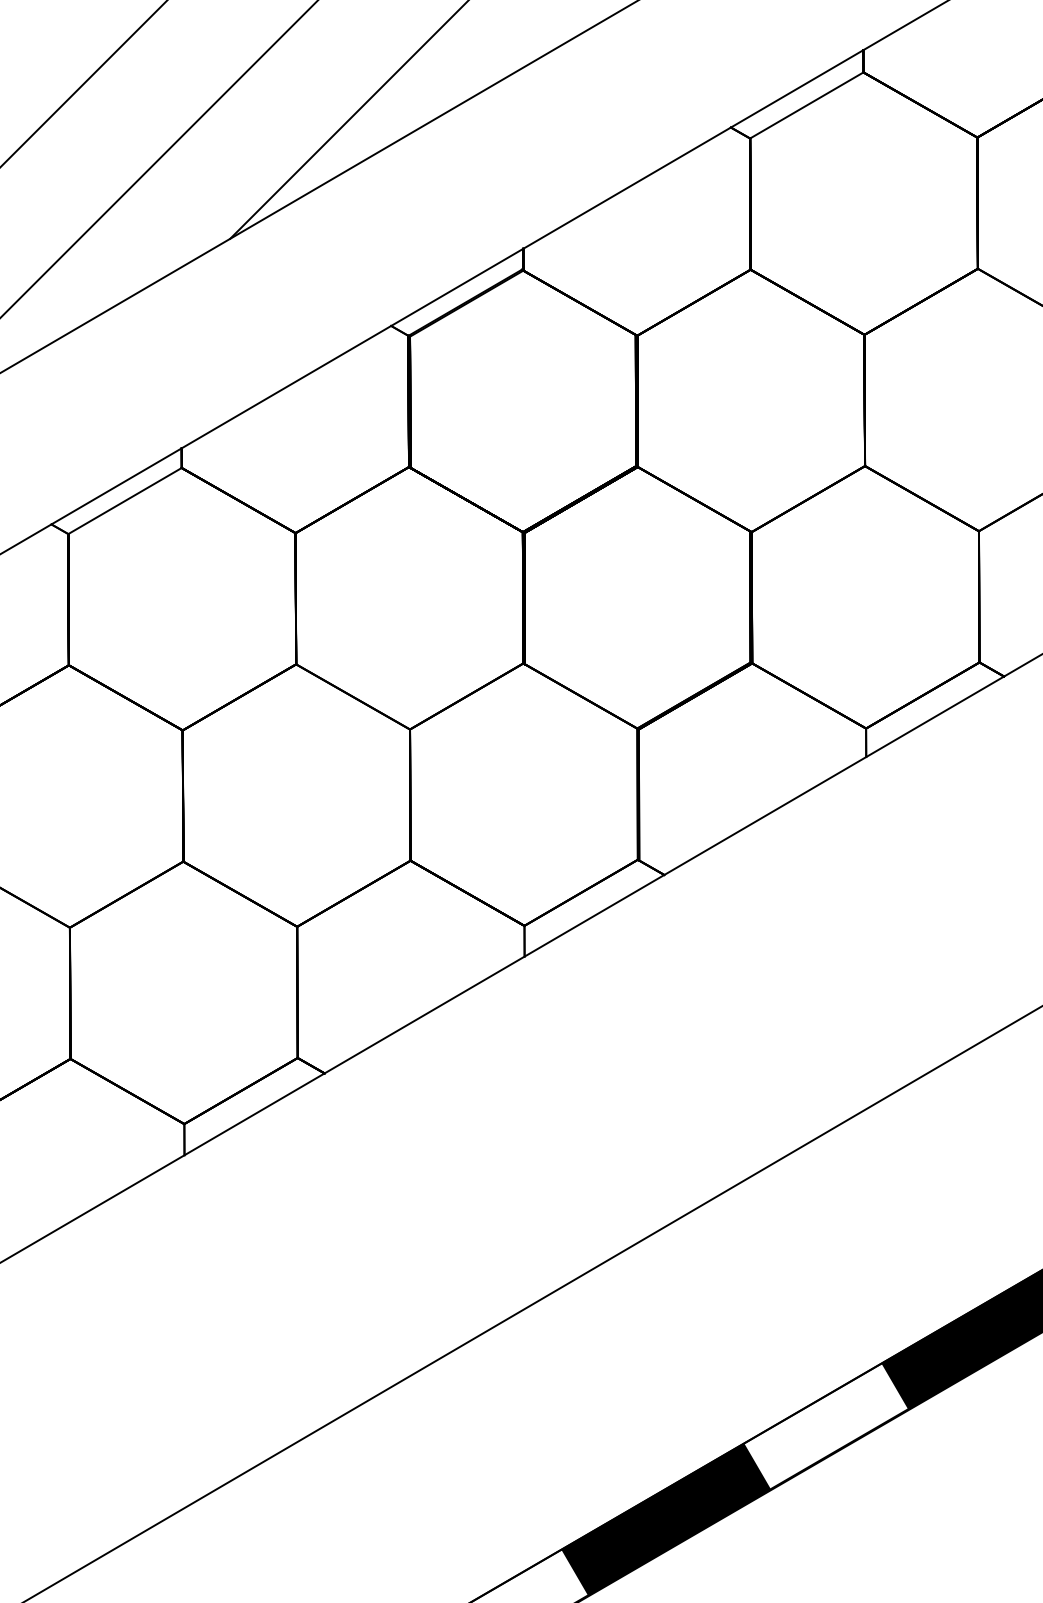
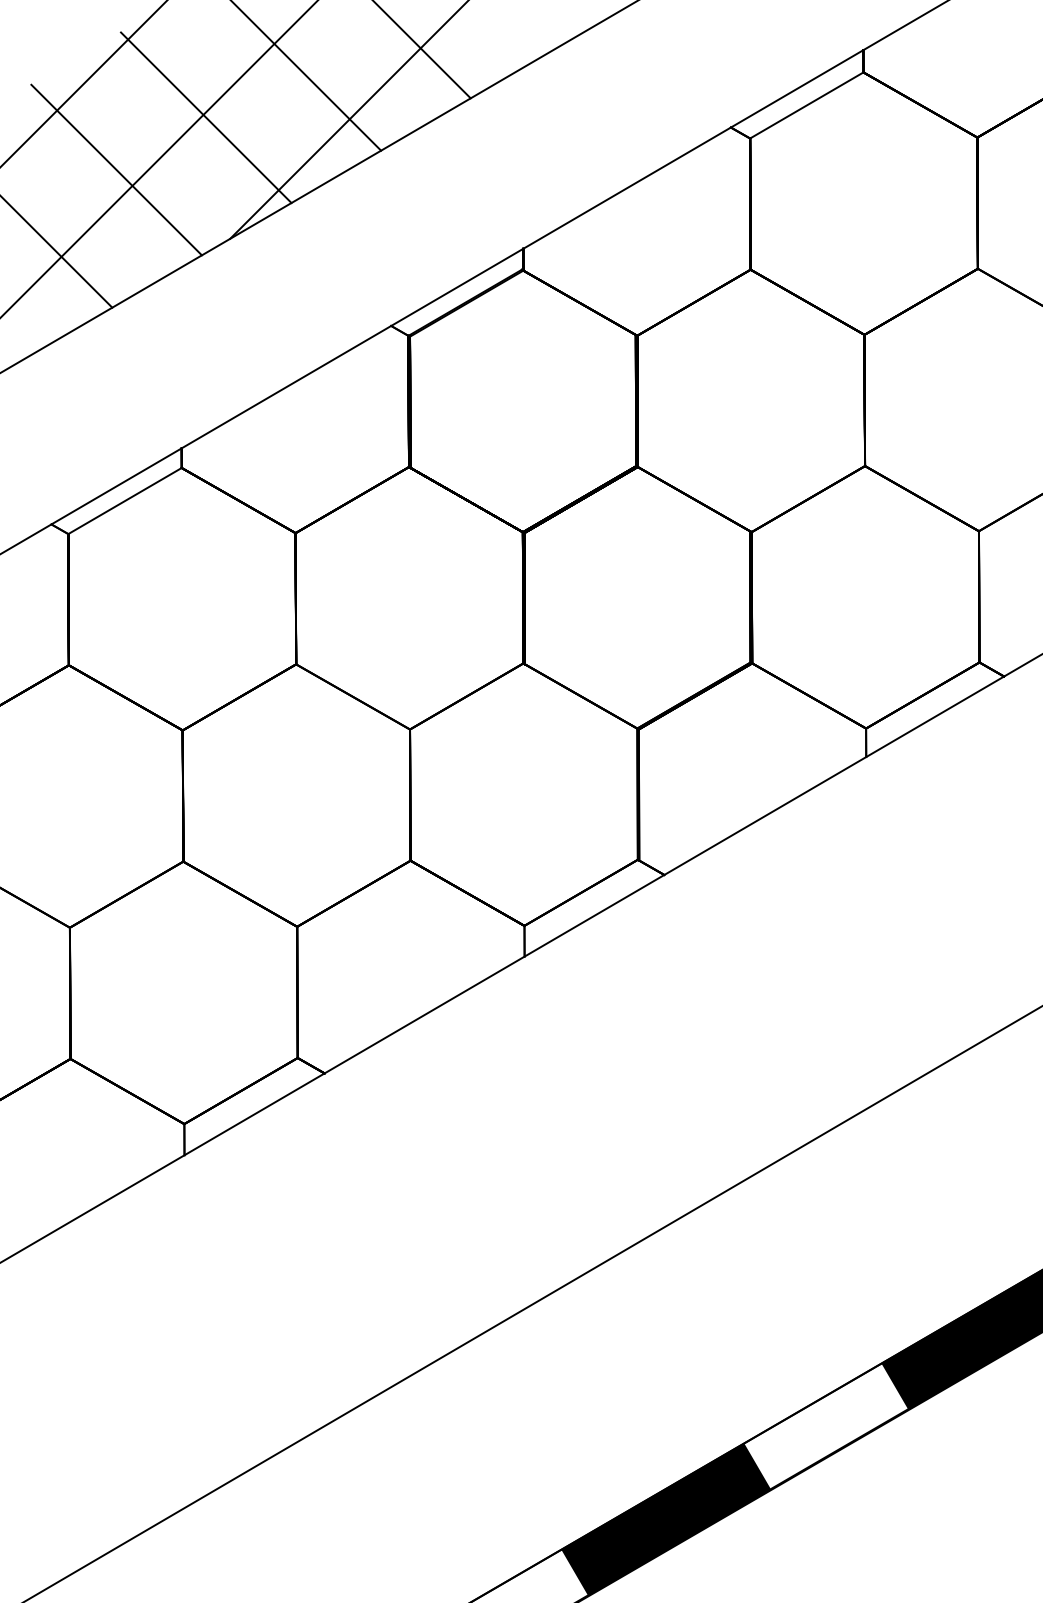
line at (422, 50): none -> present
line at (306, 76): none -> present
line at (206, 117): none -> present
line at (116, 169): none -> present
line at (57, 252): none -> present
